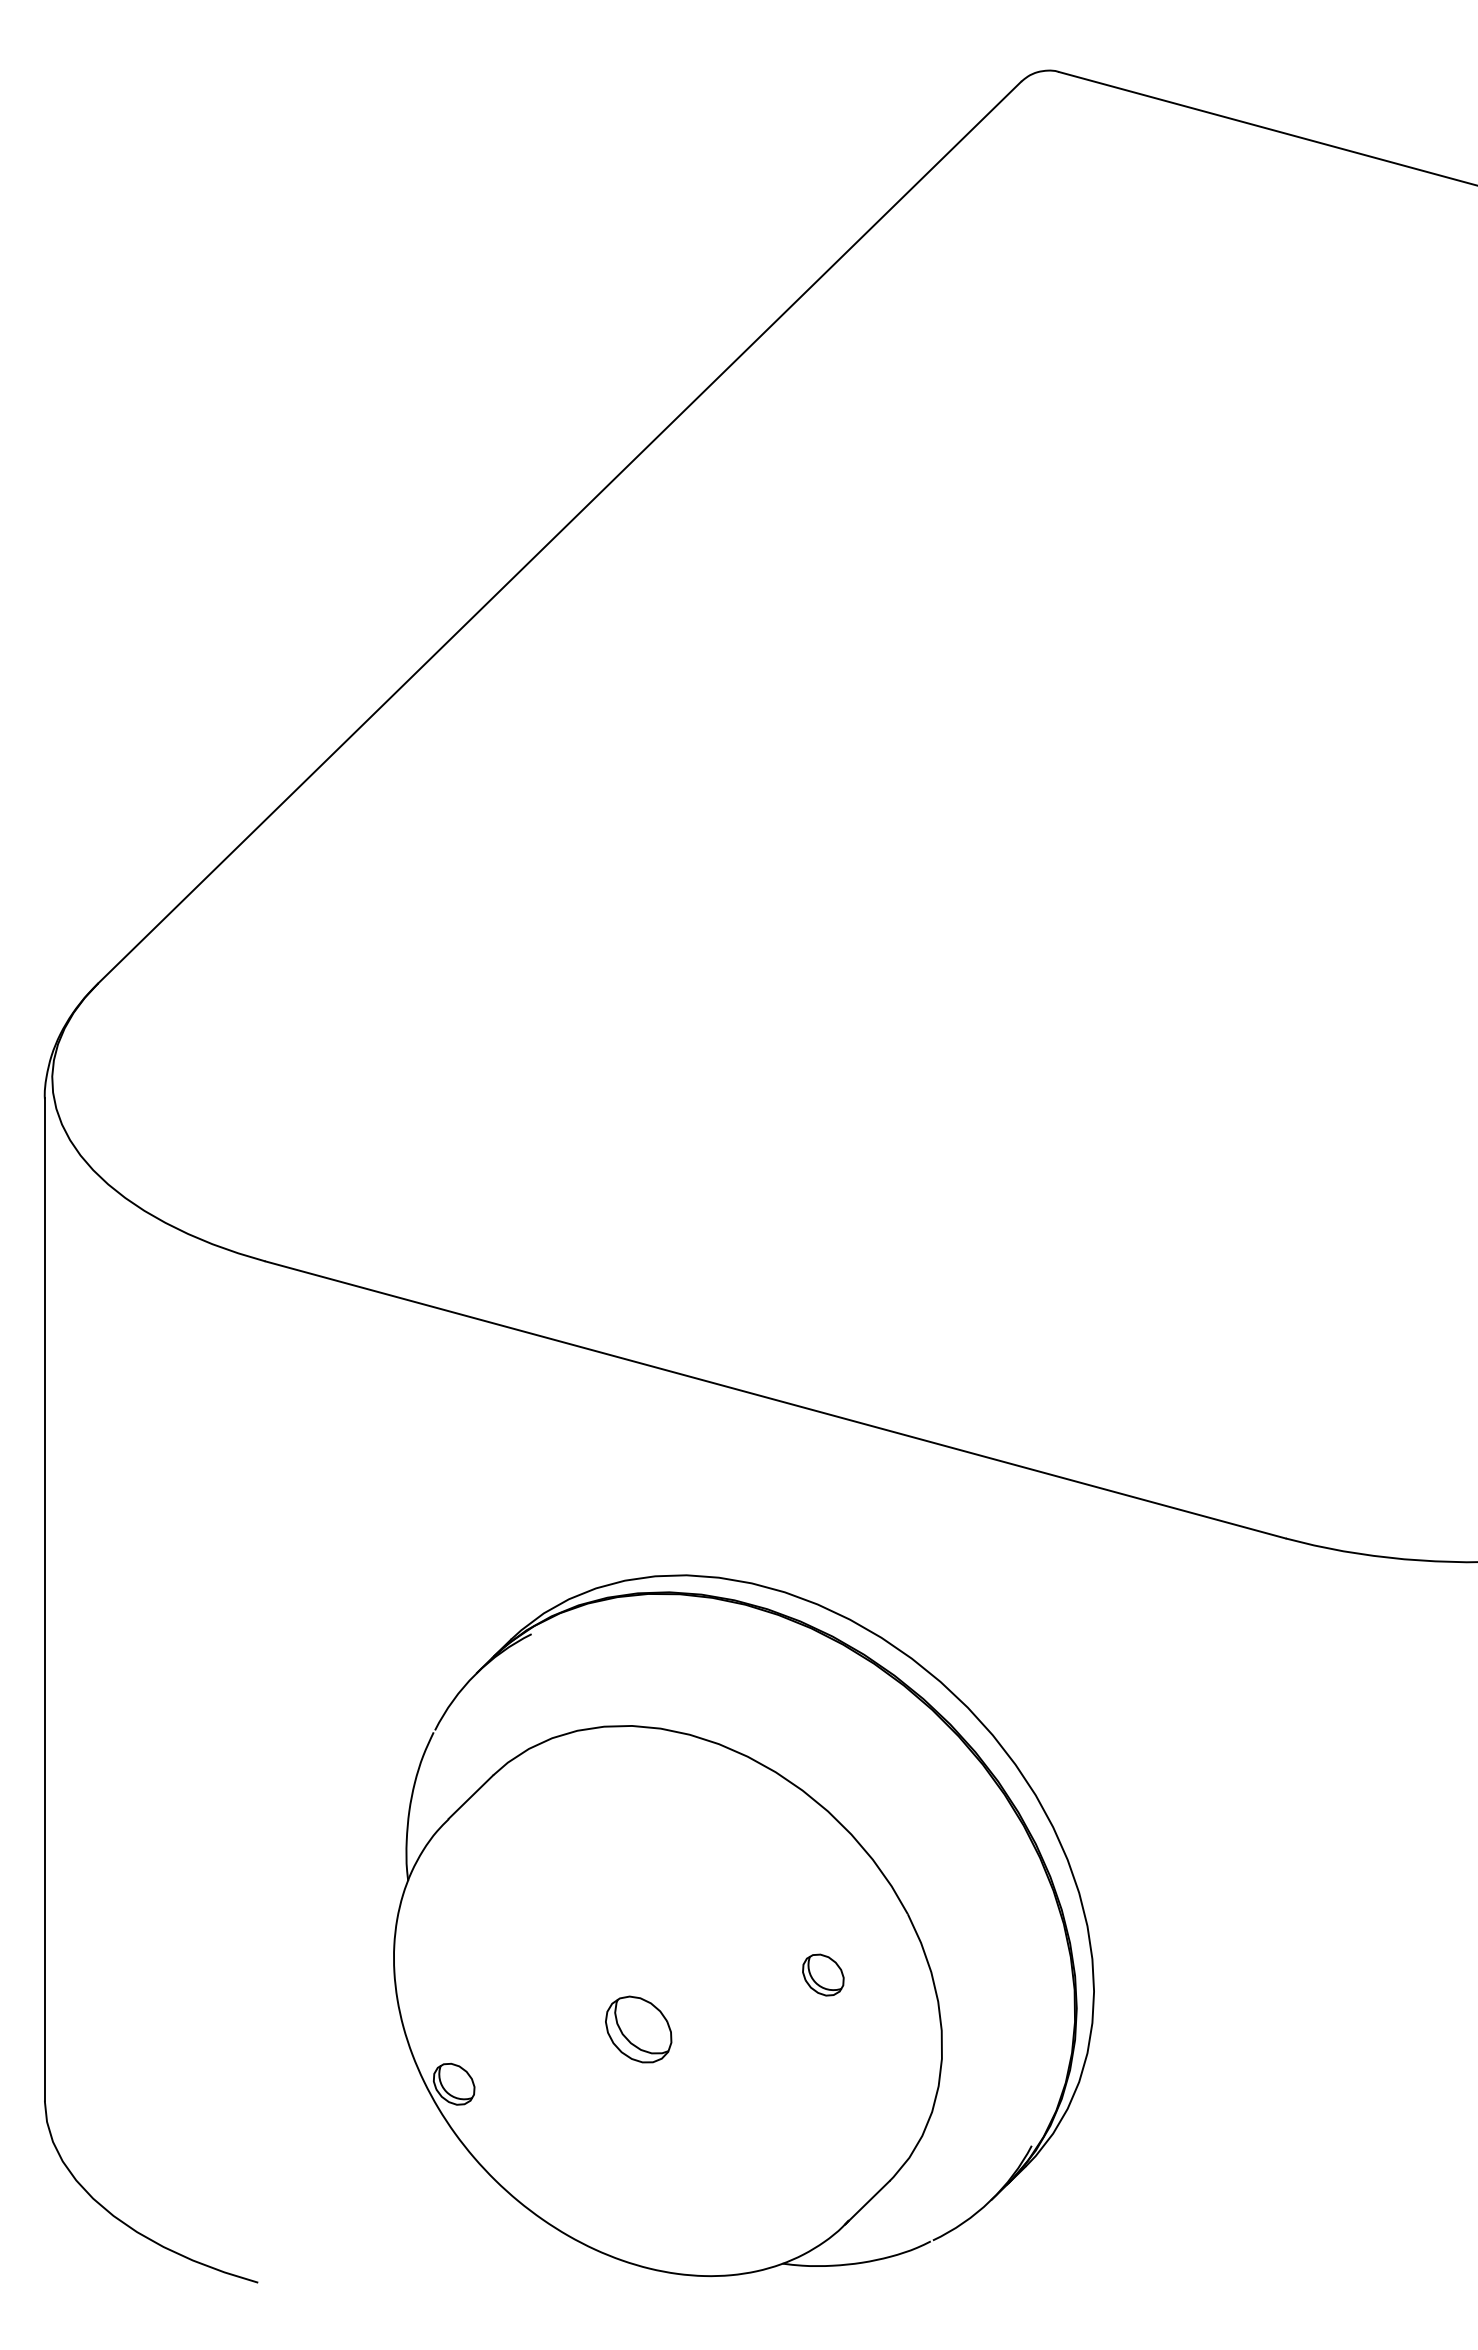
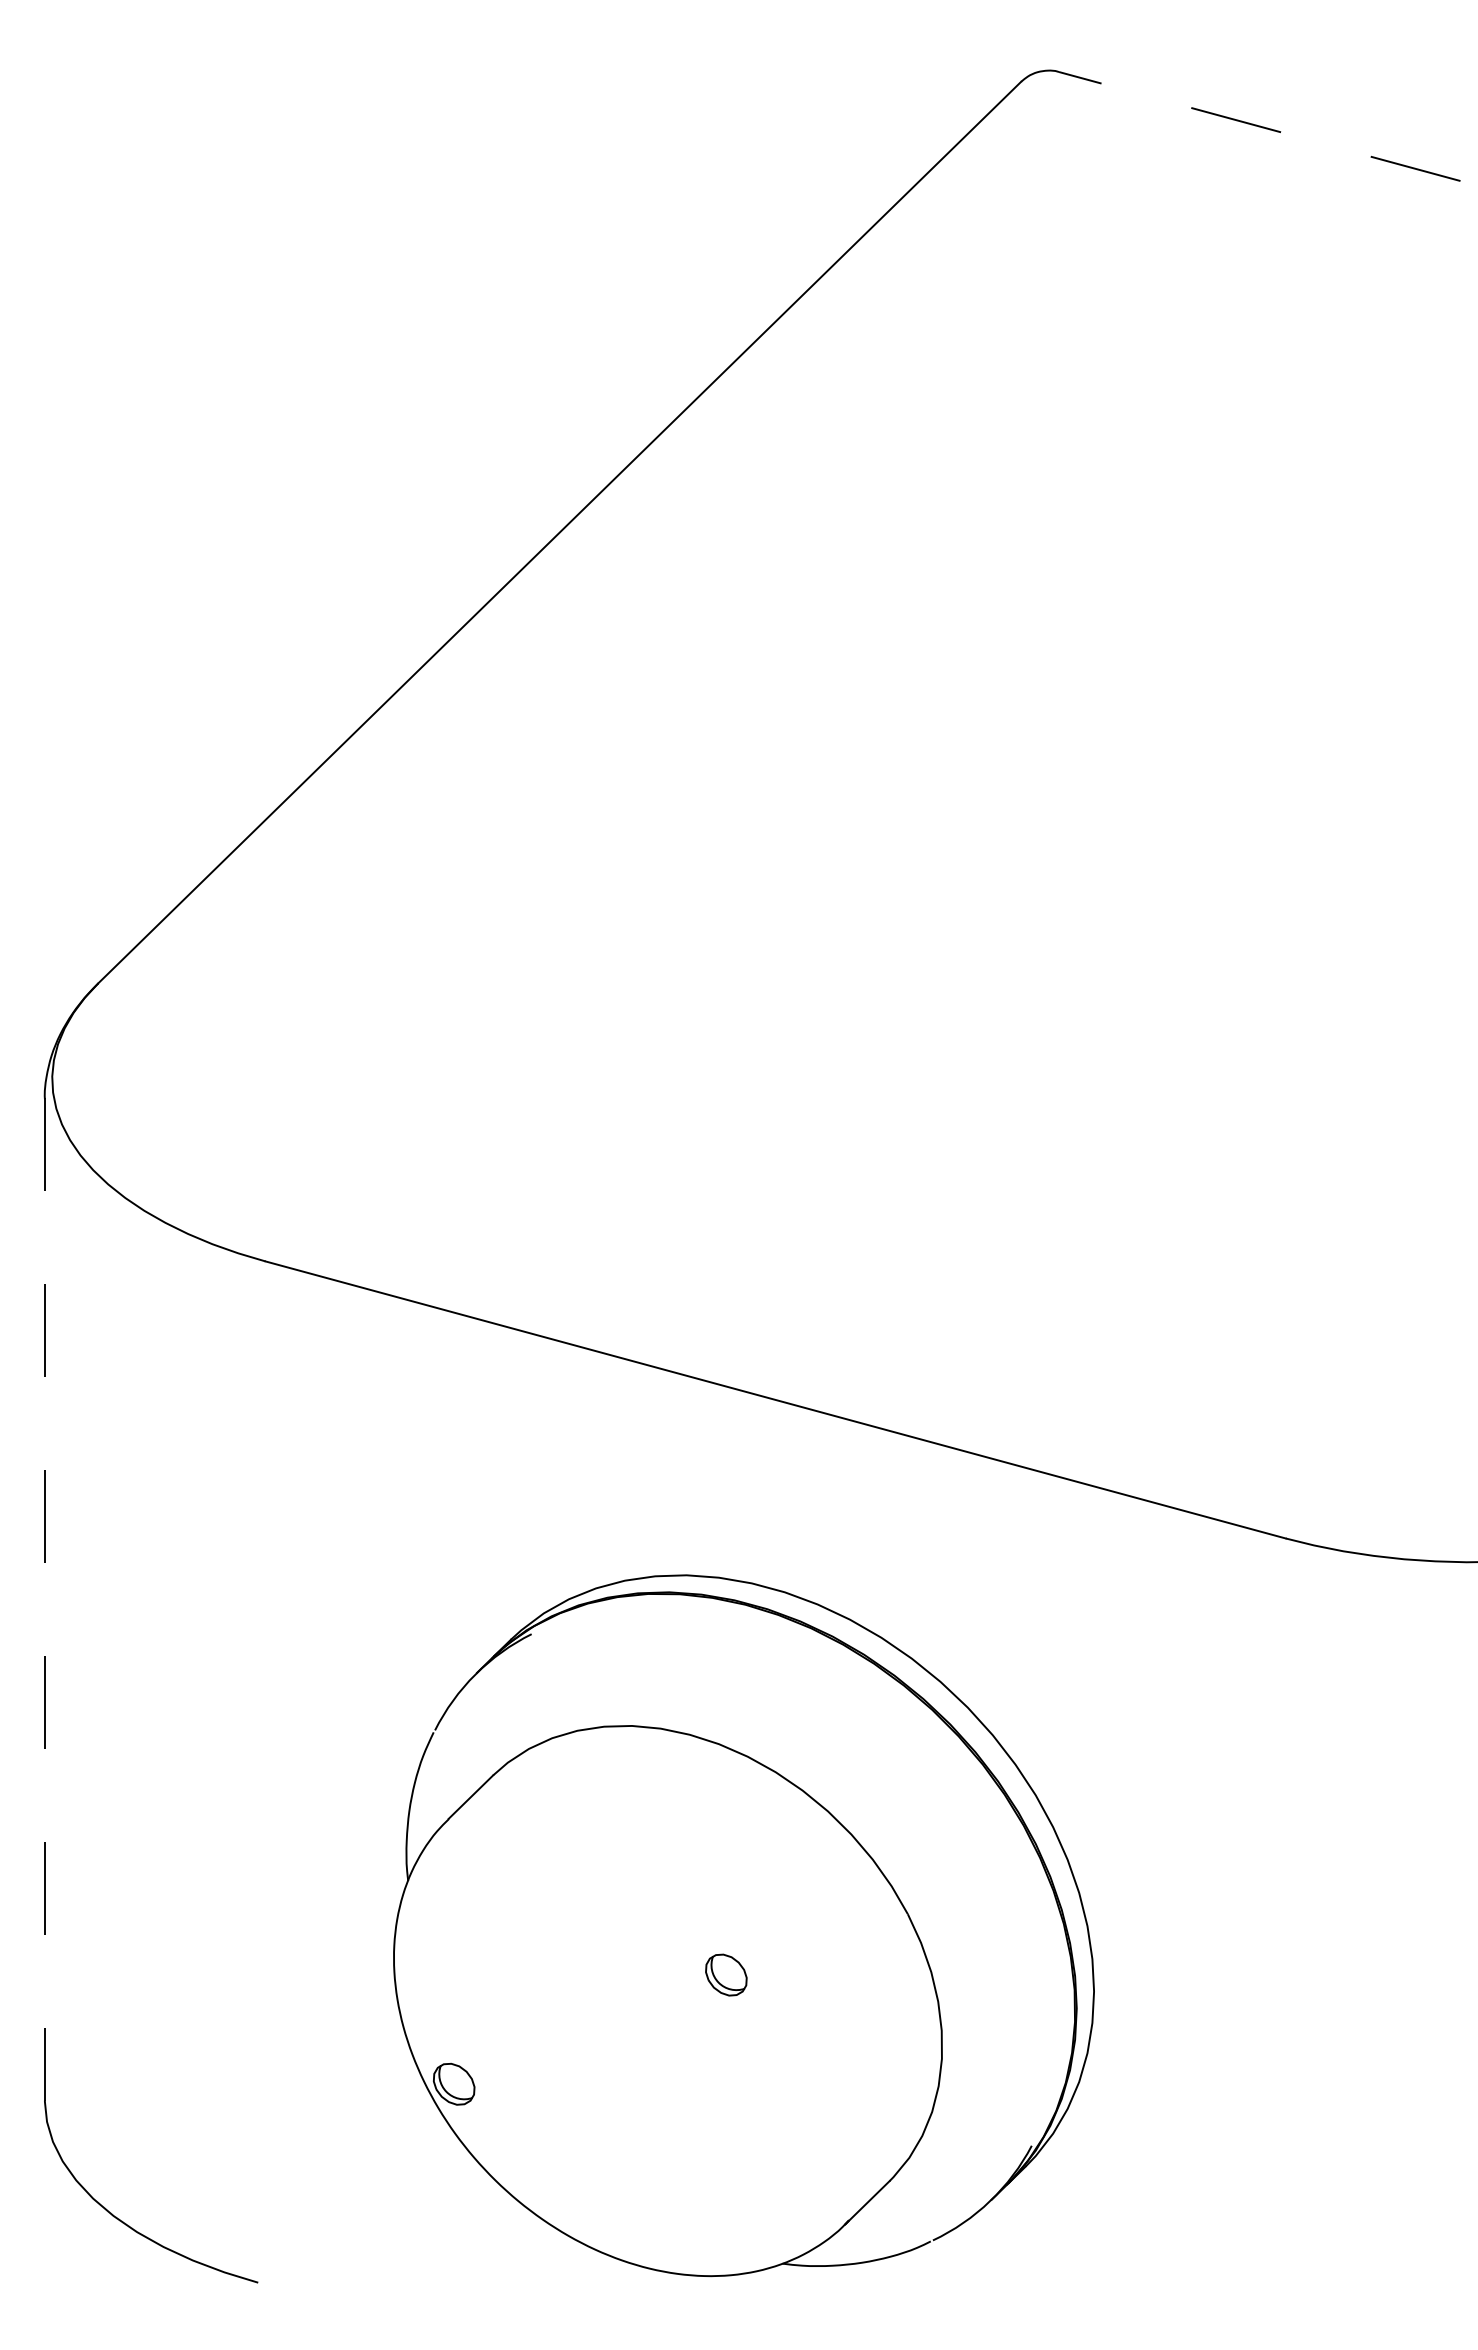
line at (1268, 128): solid -> dashed
line at (44, 1599): solid -> dashed
part at (823, 1974) position: (823, 1974) -> (726, 1974)
part at (638, 2029): present -> none
